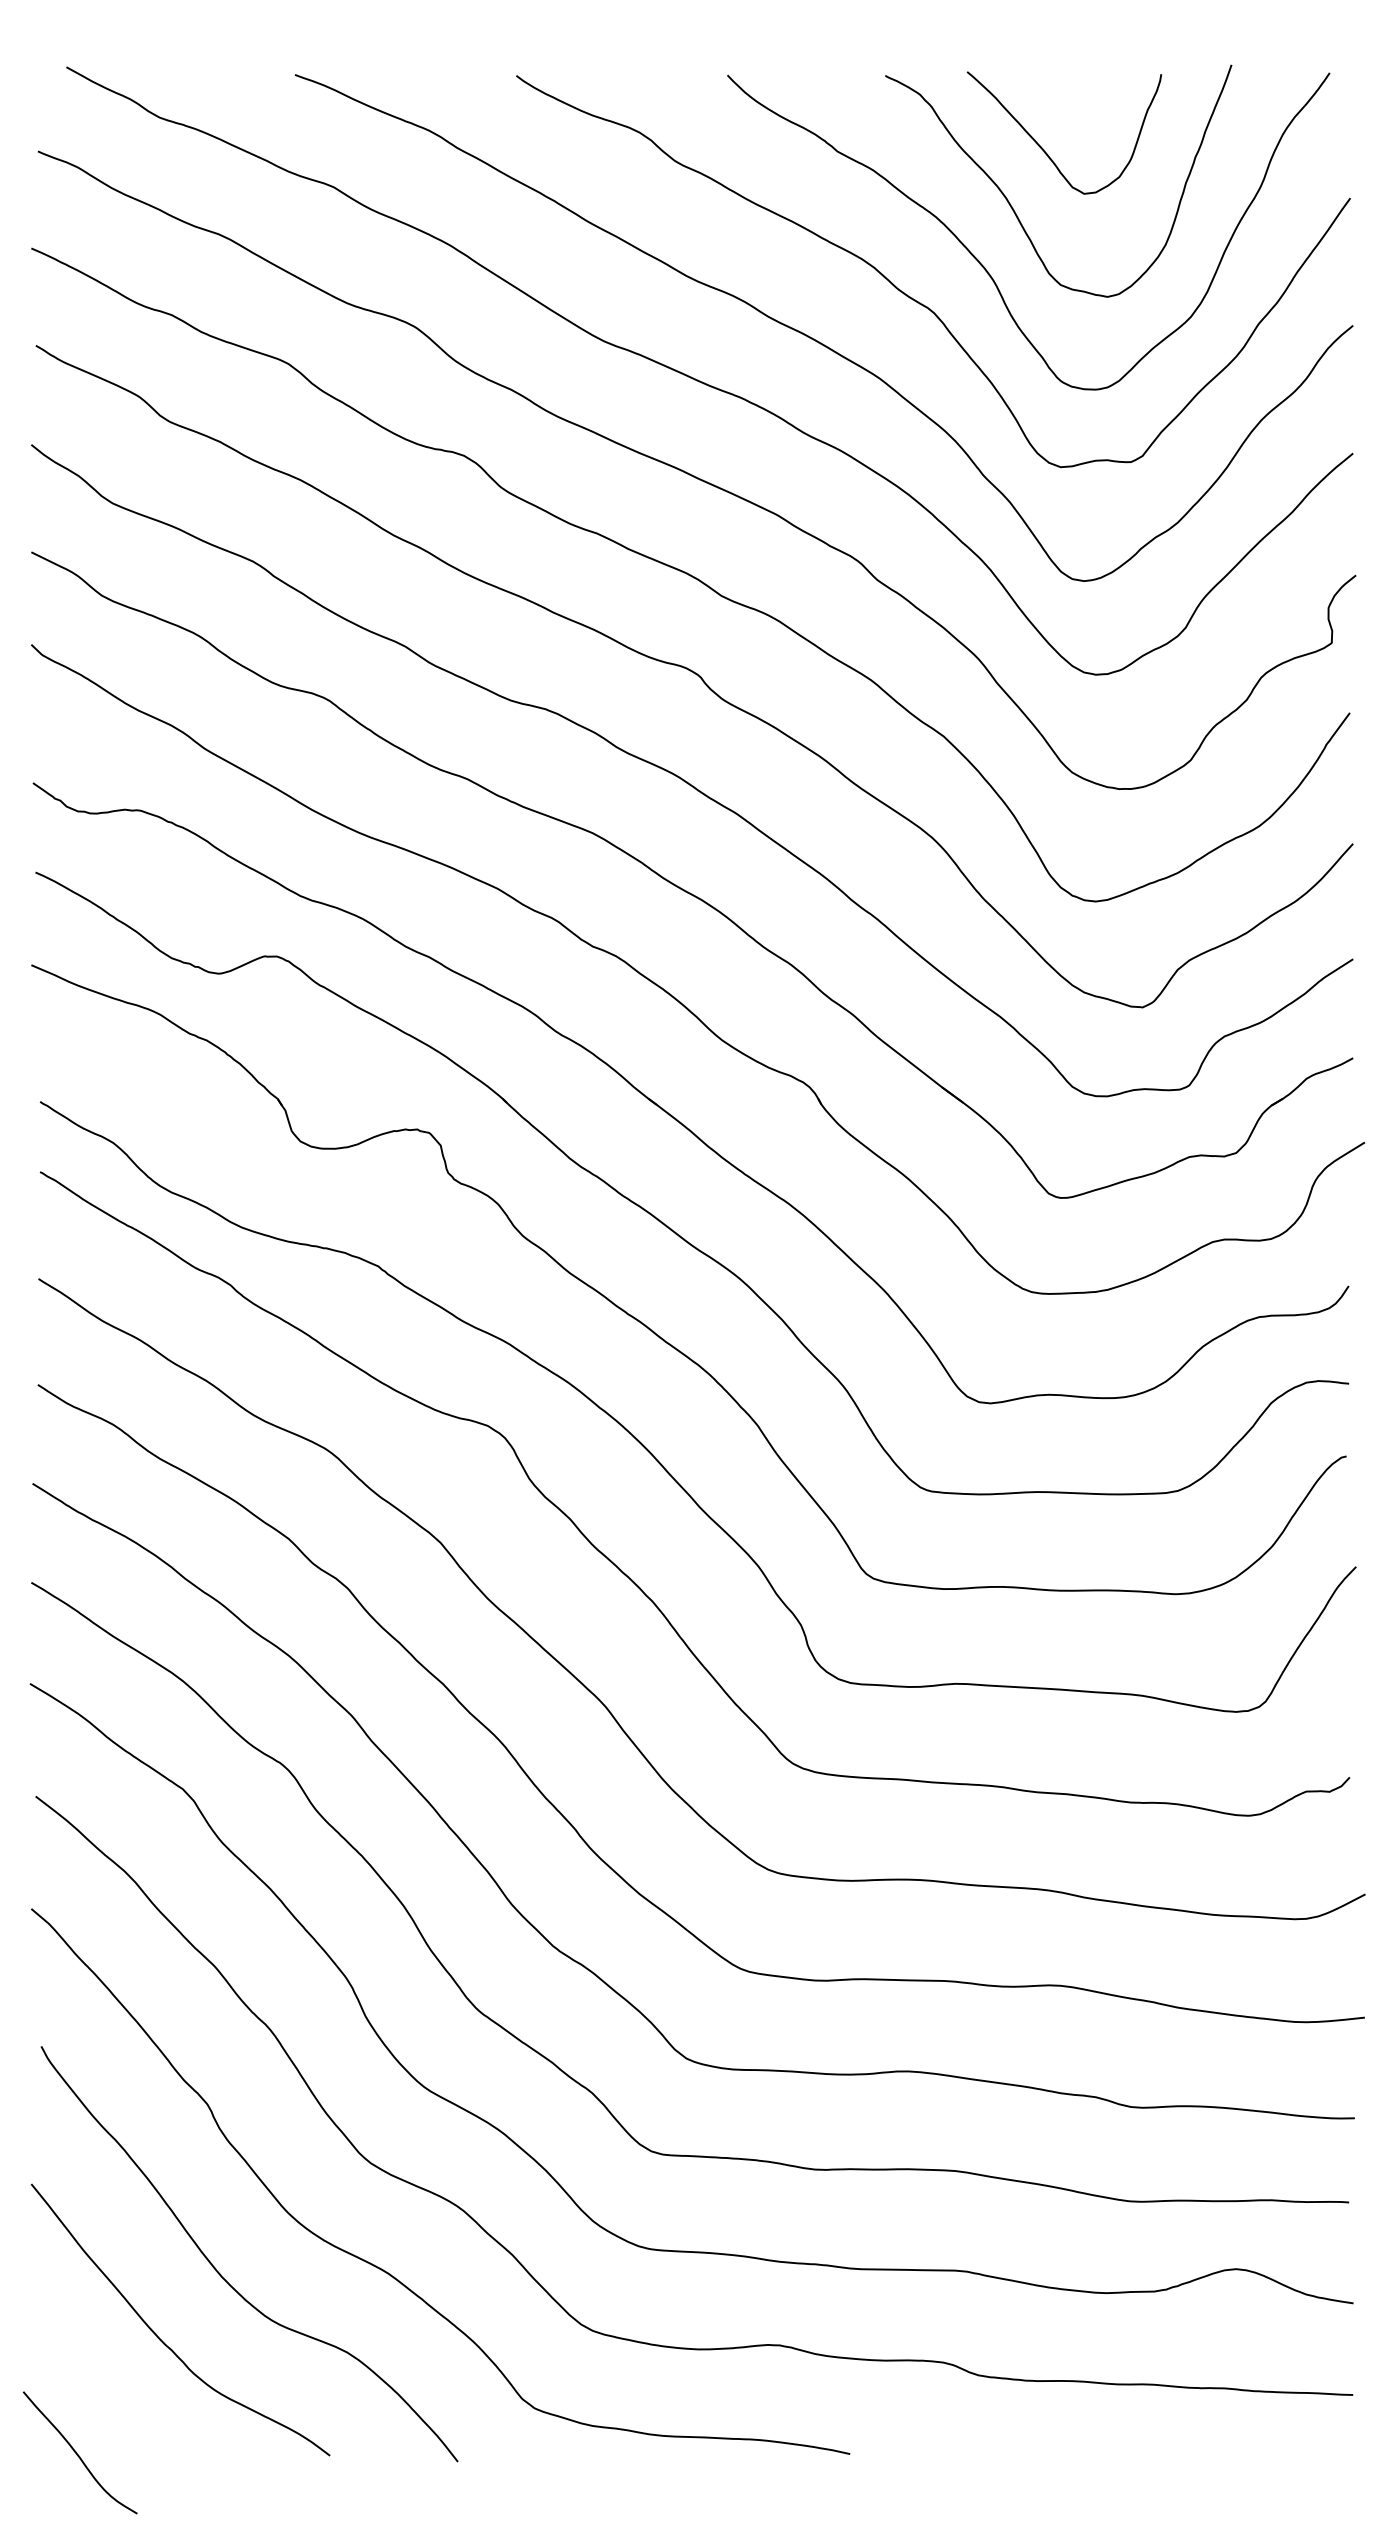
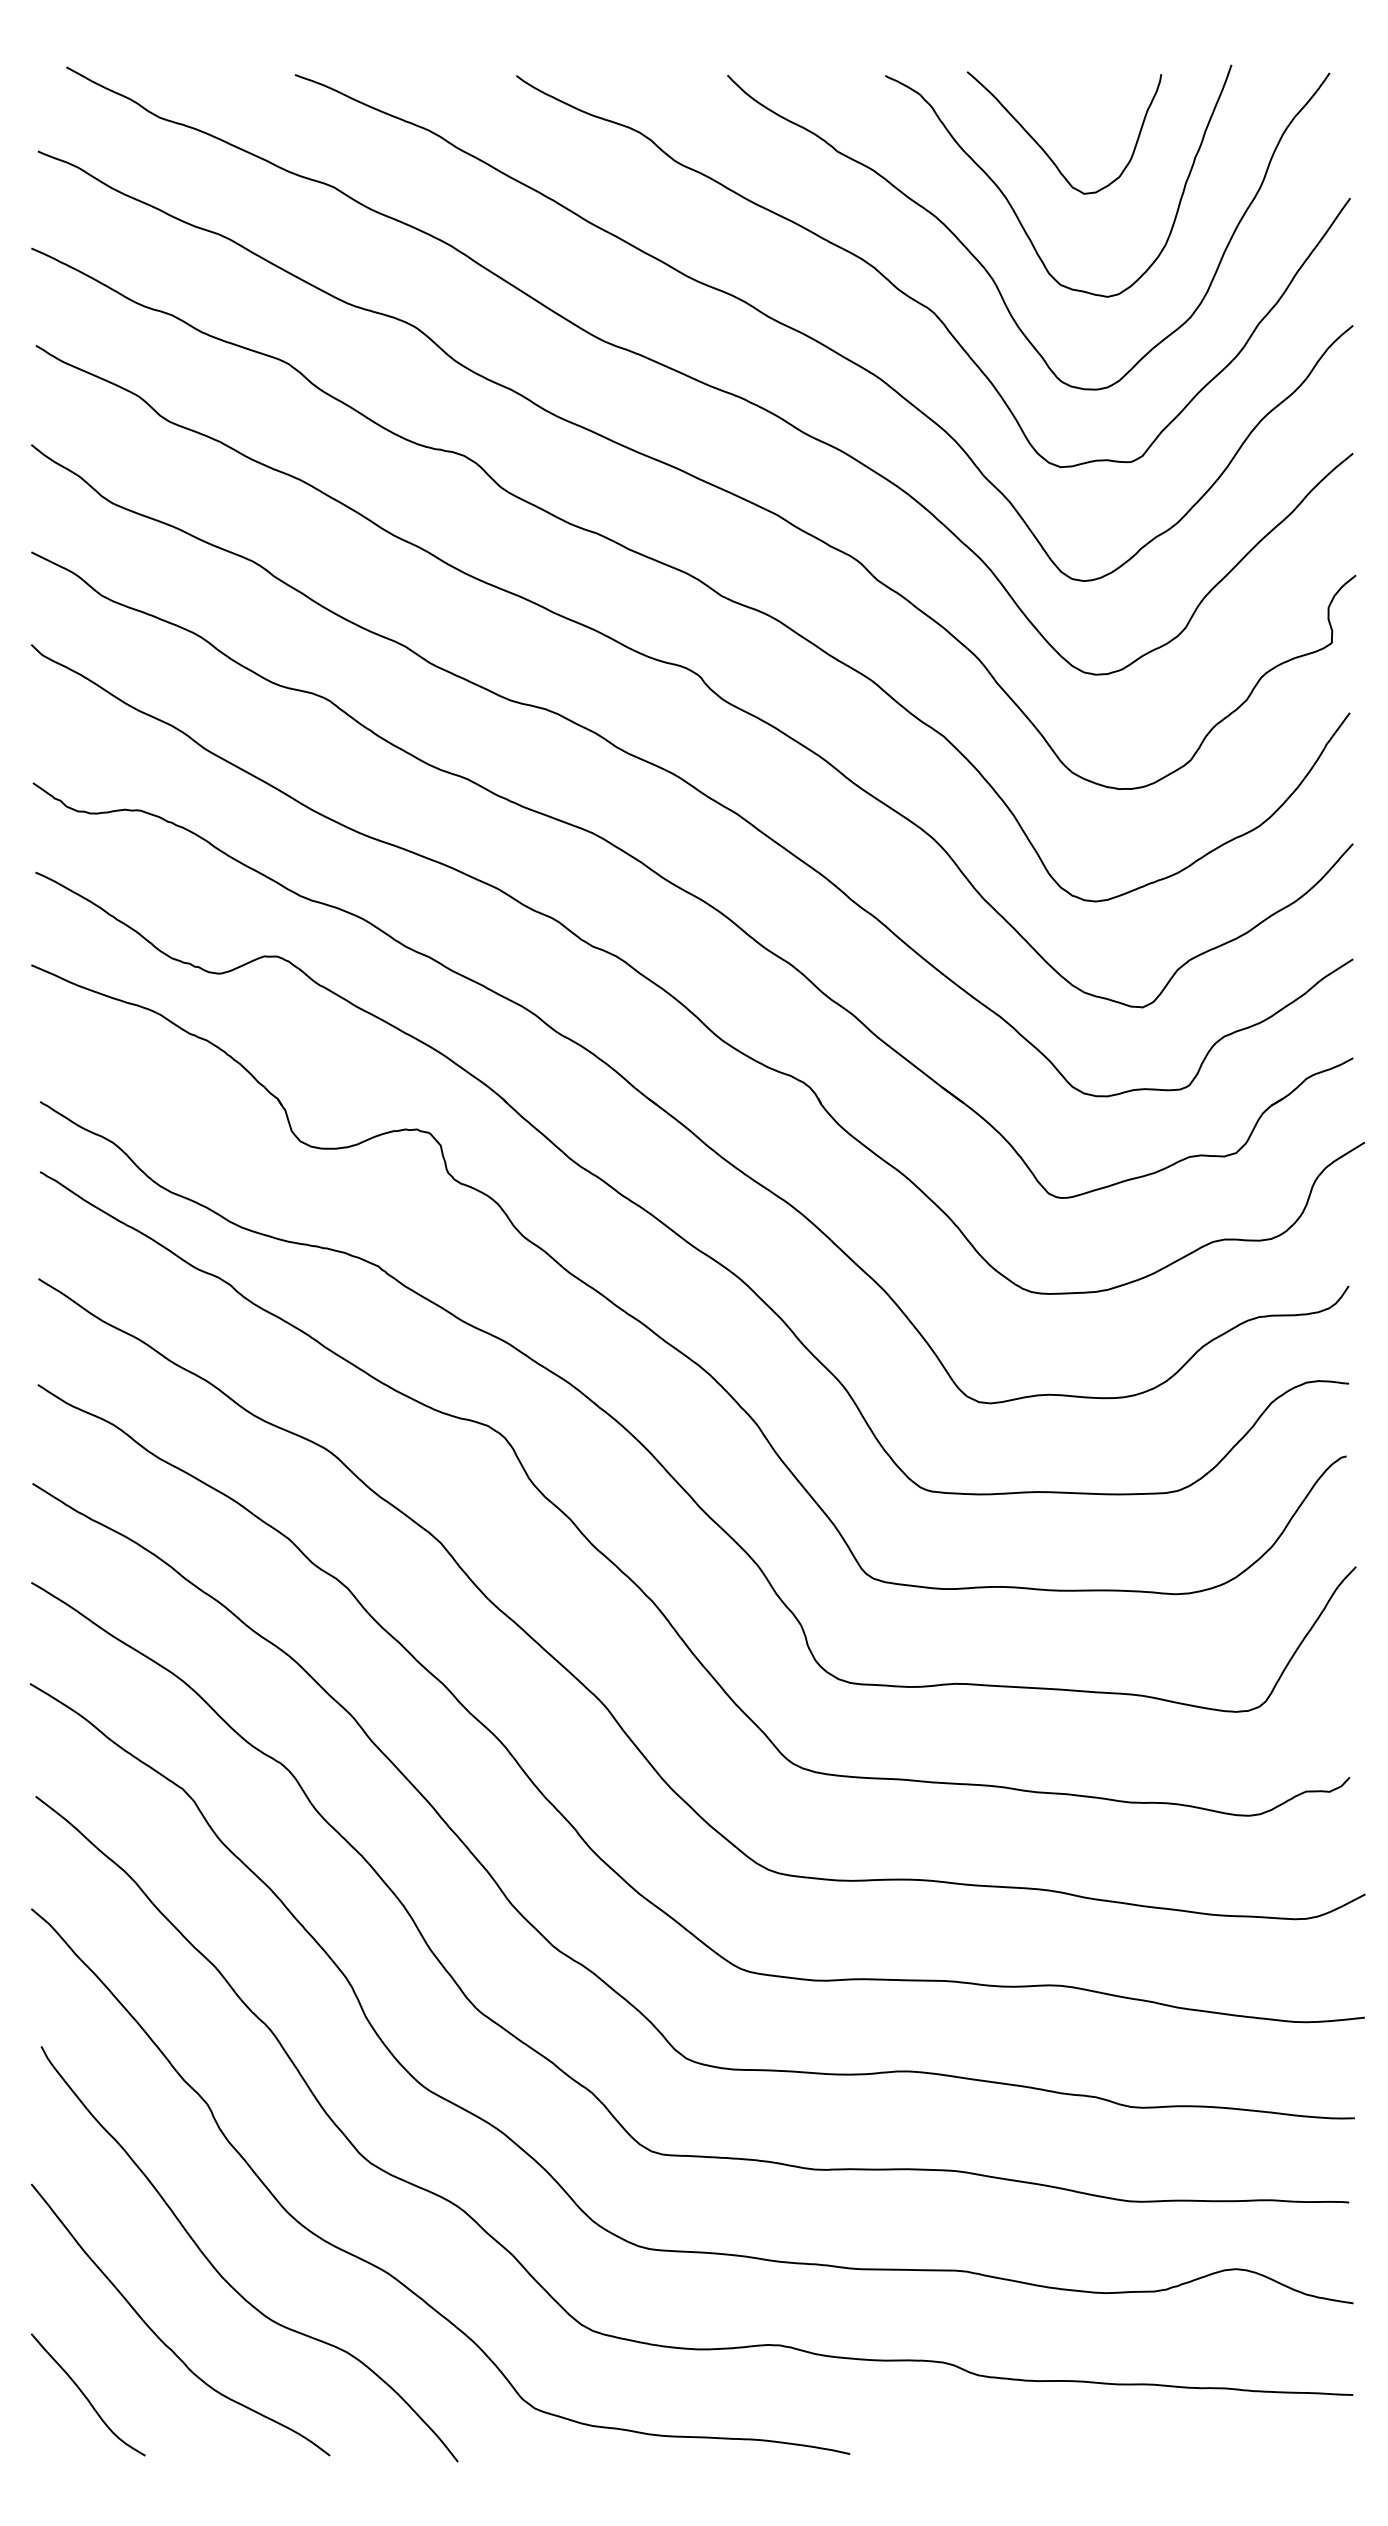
curve at (77, 2453) position: (77, 2453) -> (85, 2395)
